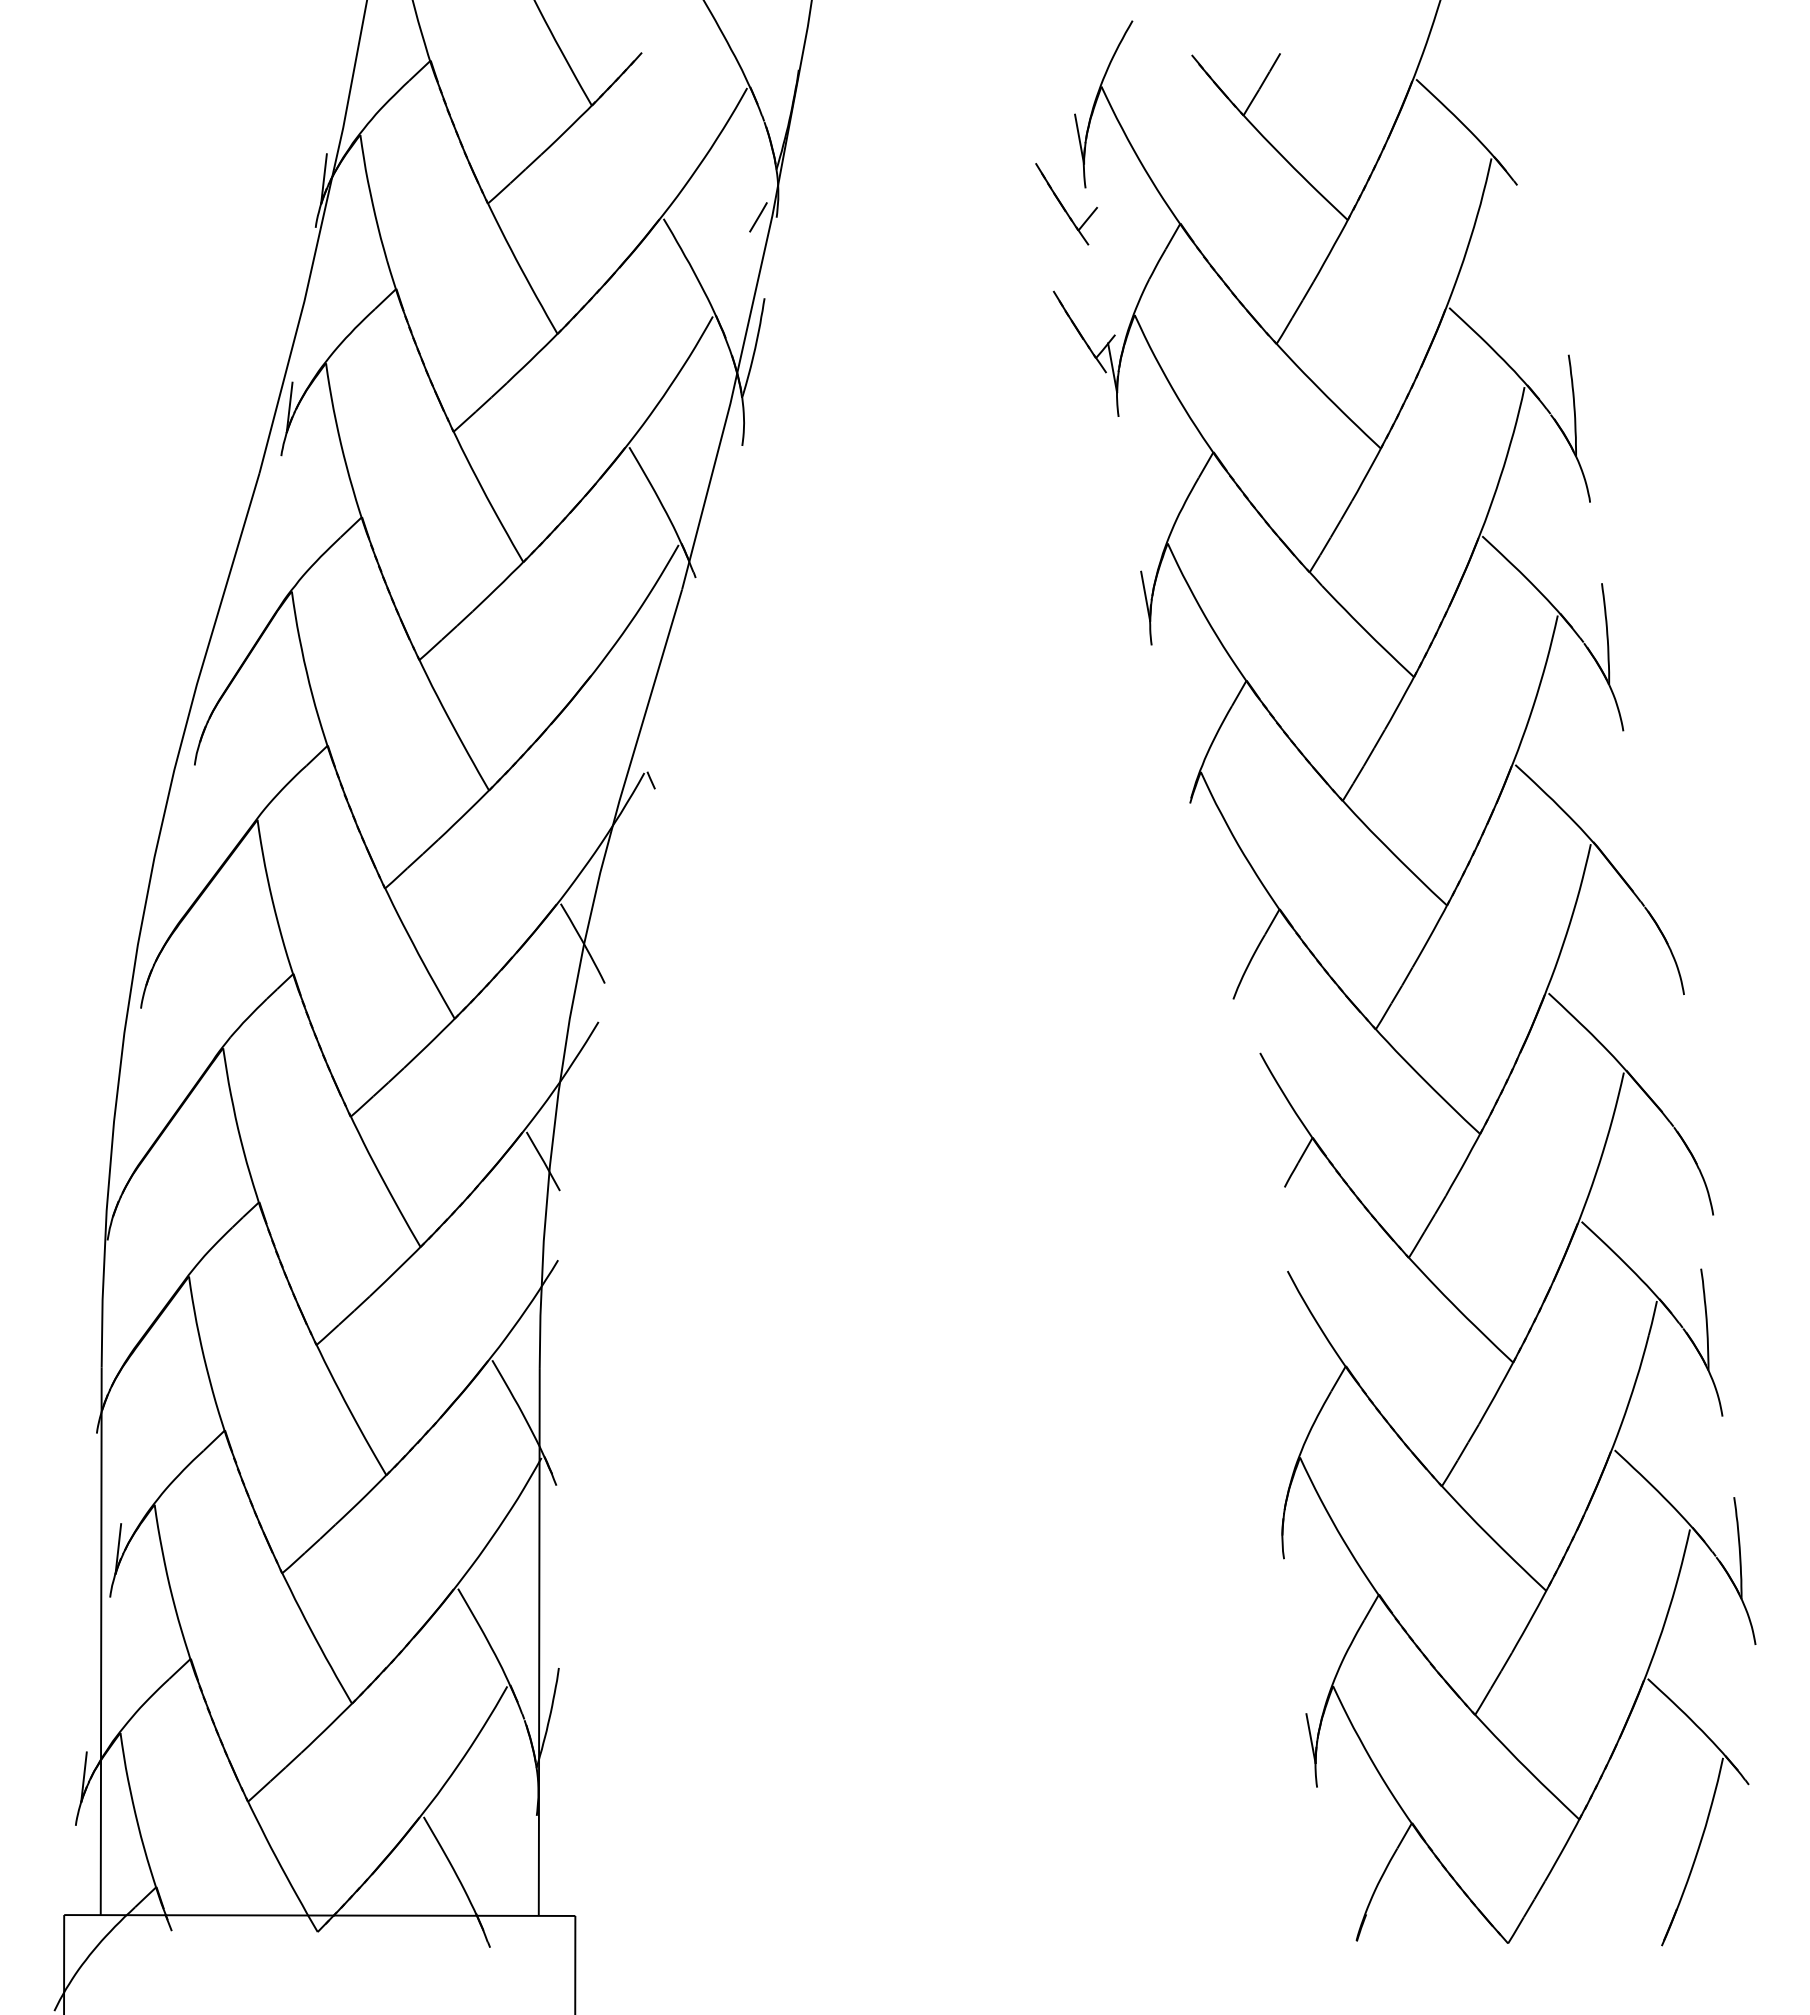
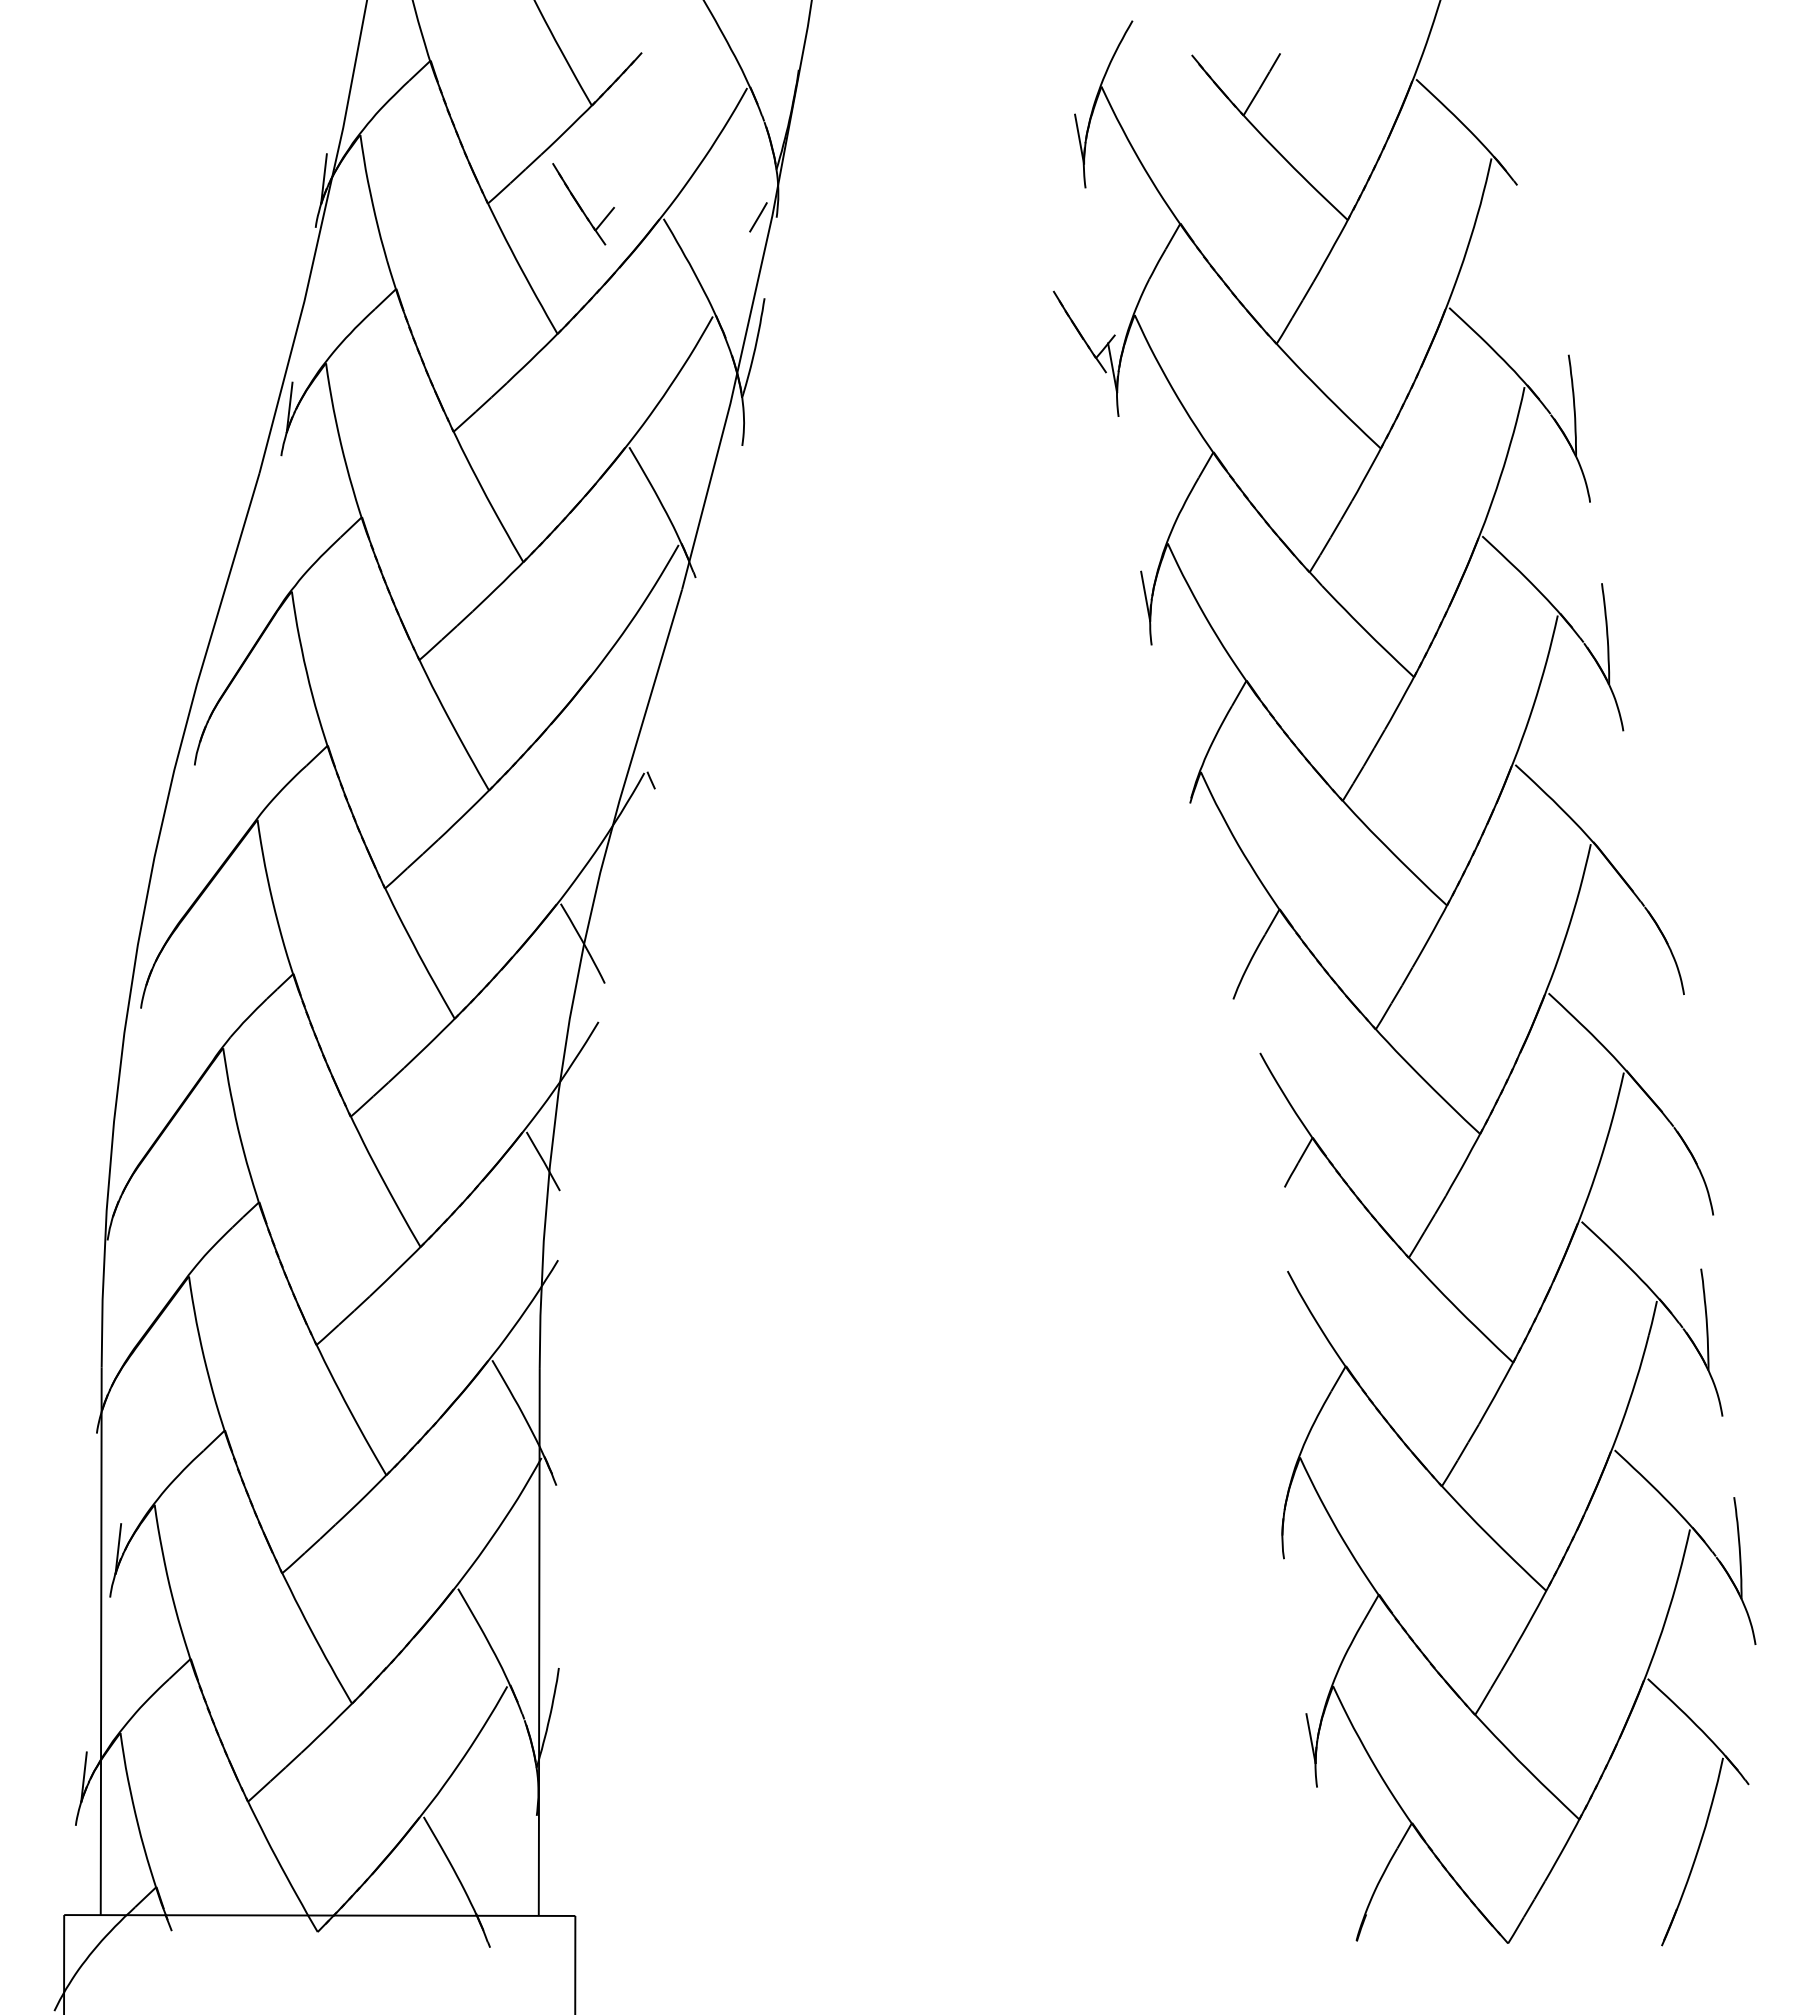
part at (1066, 204) position: (1066, 204) -> (583, 204)
